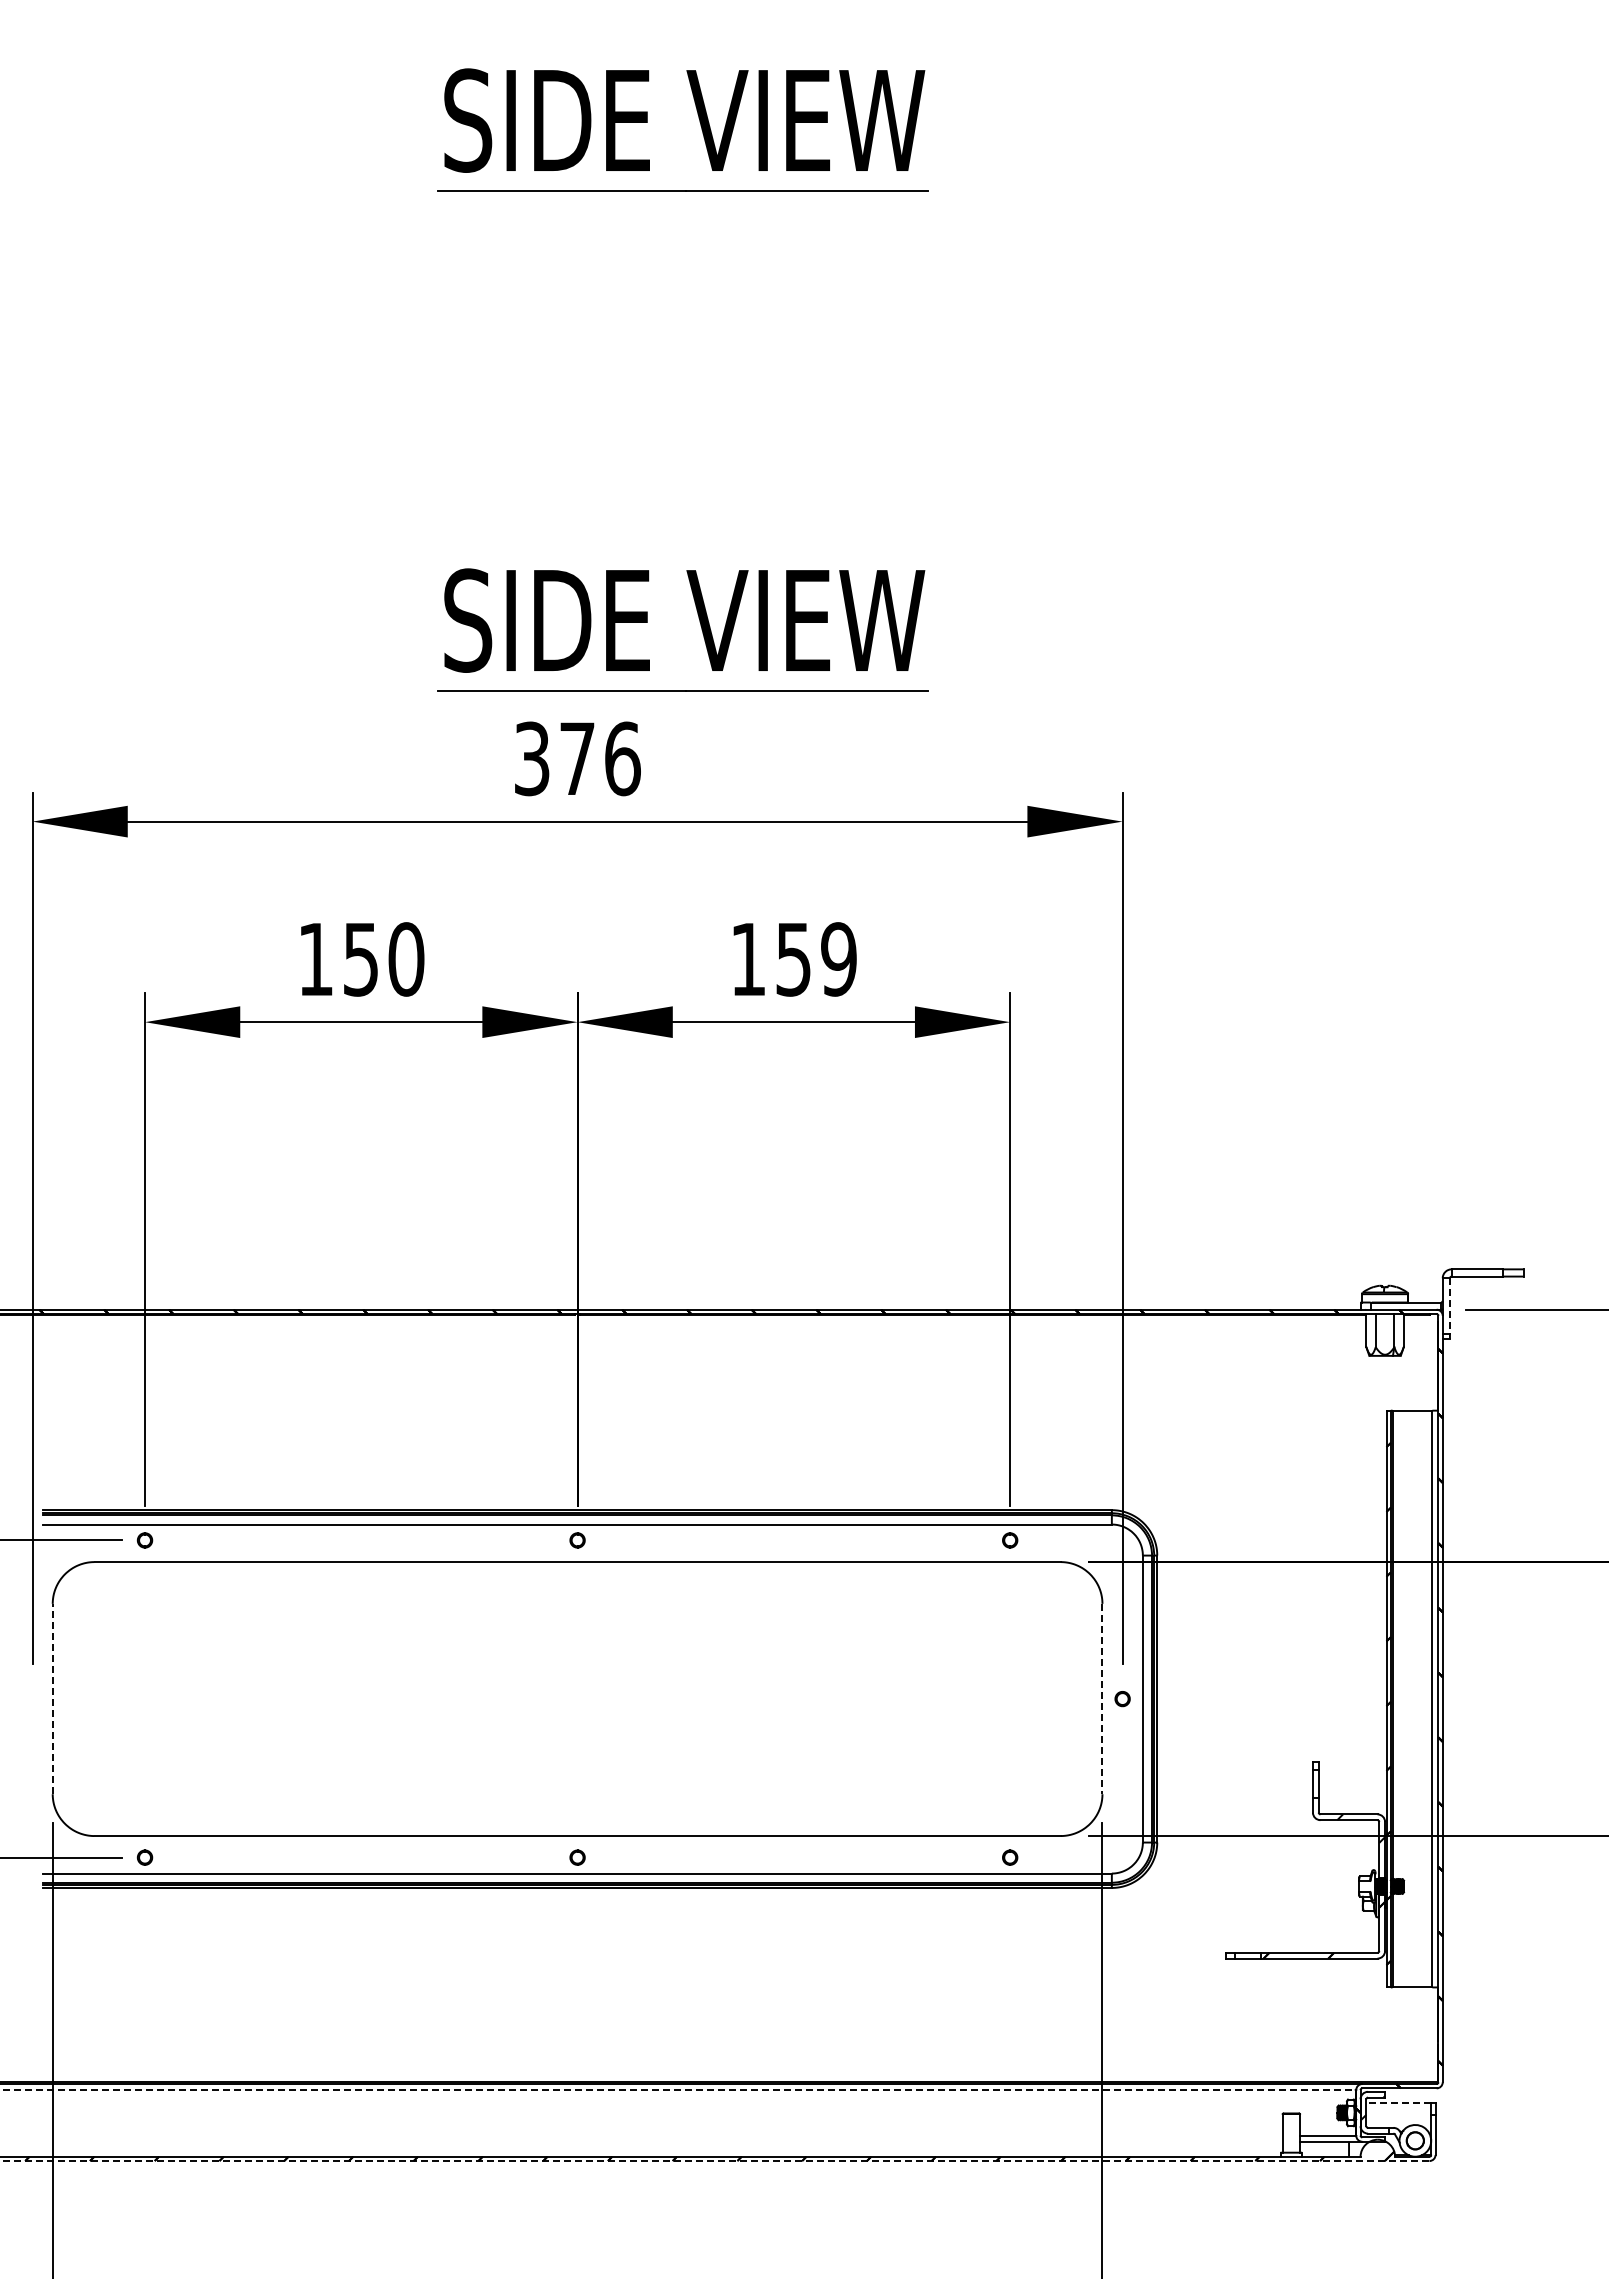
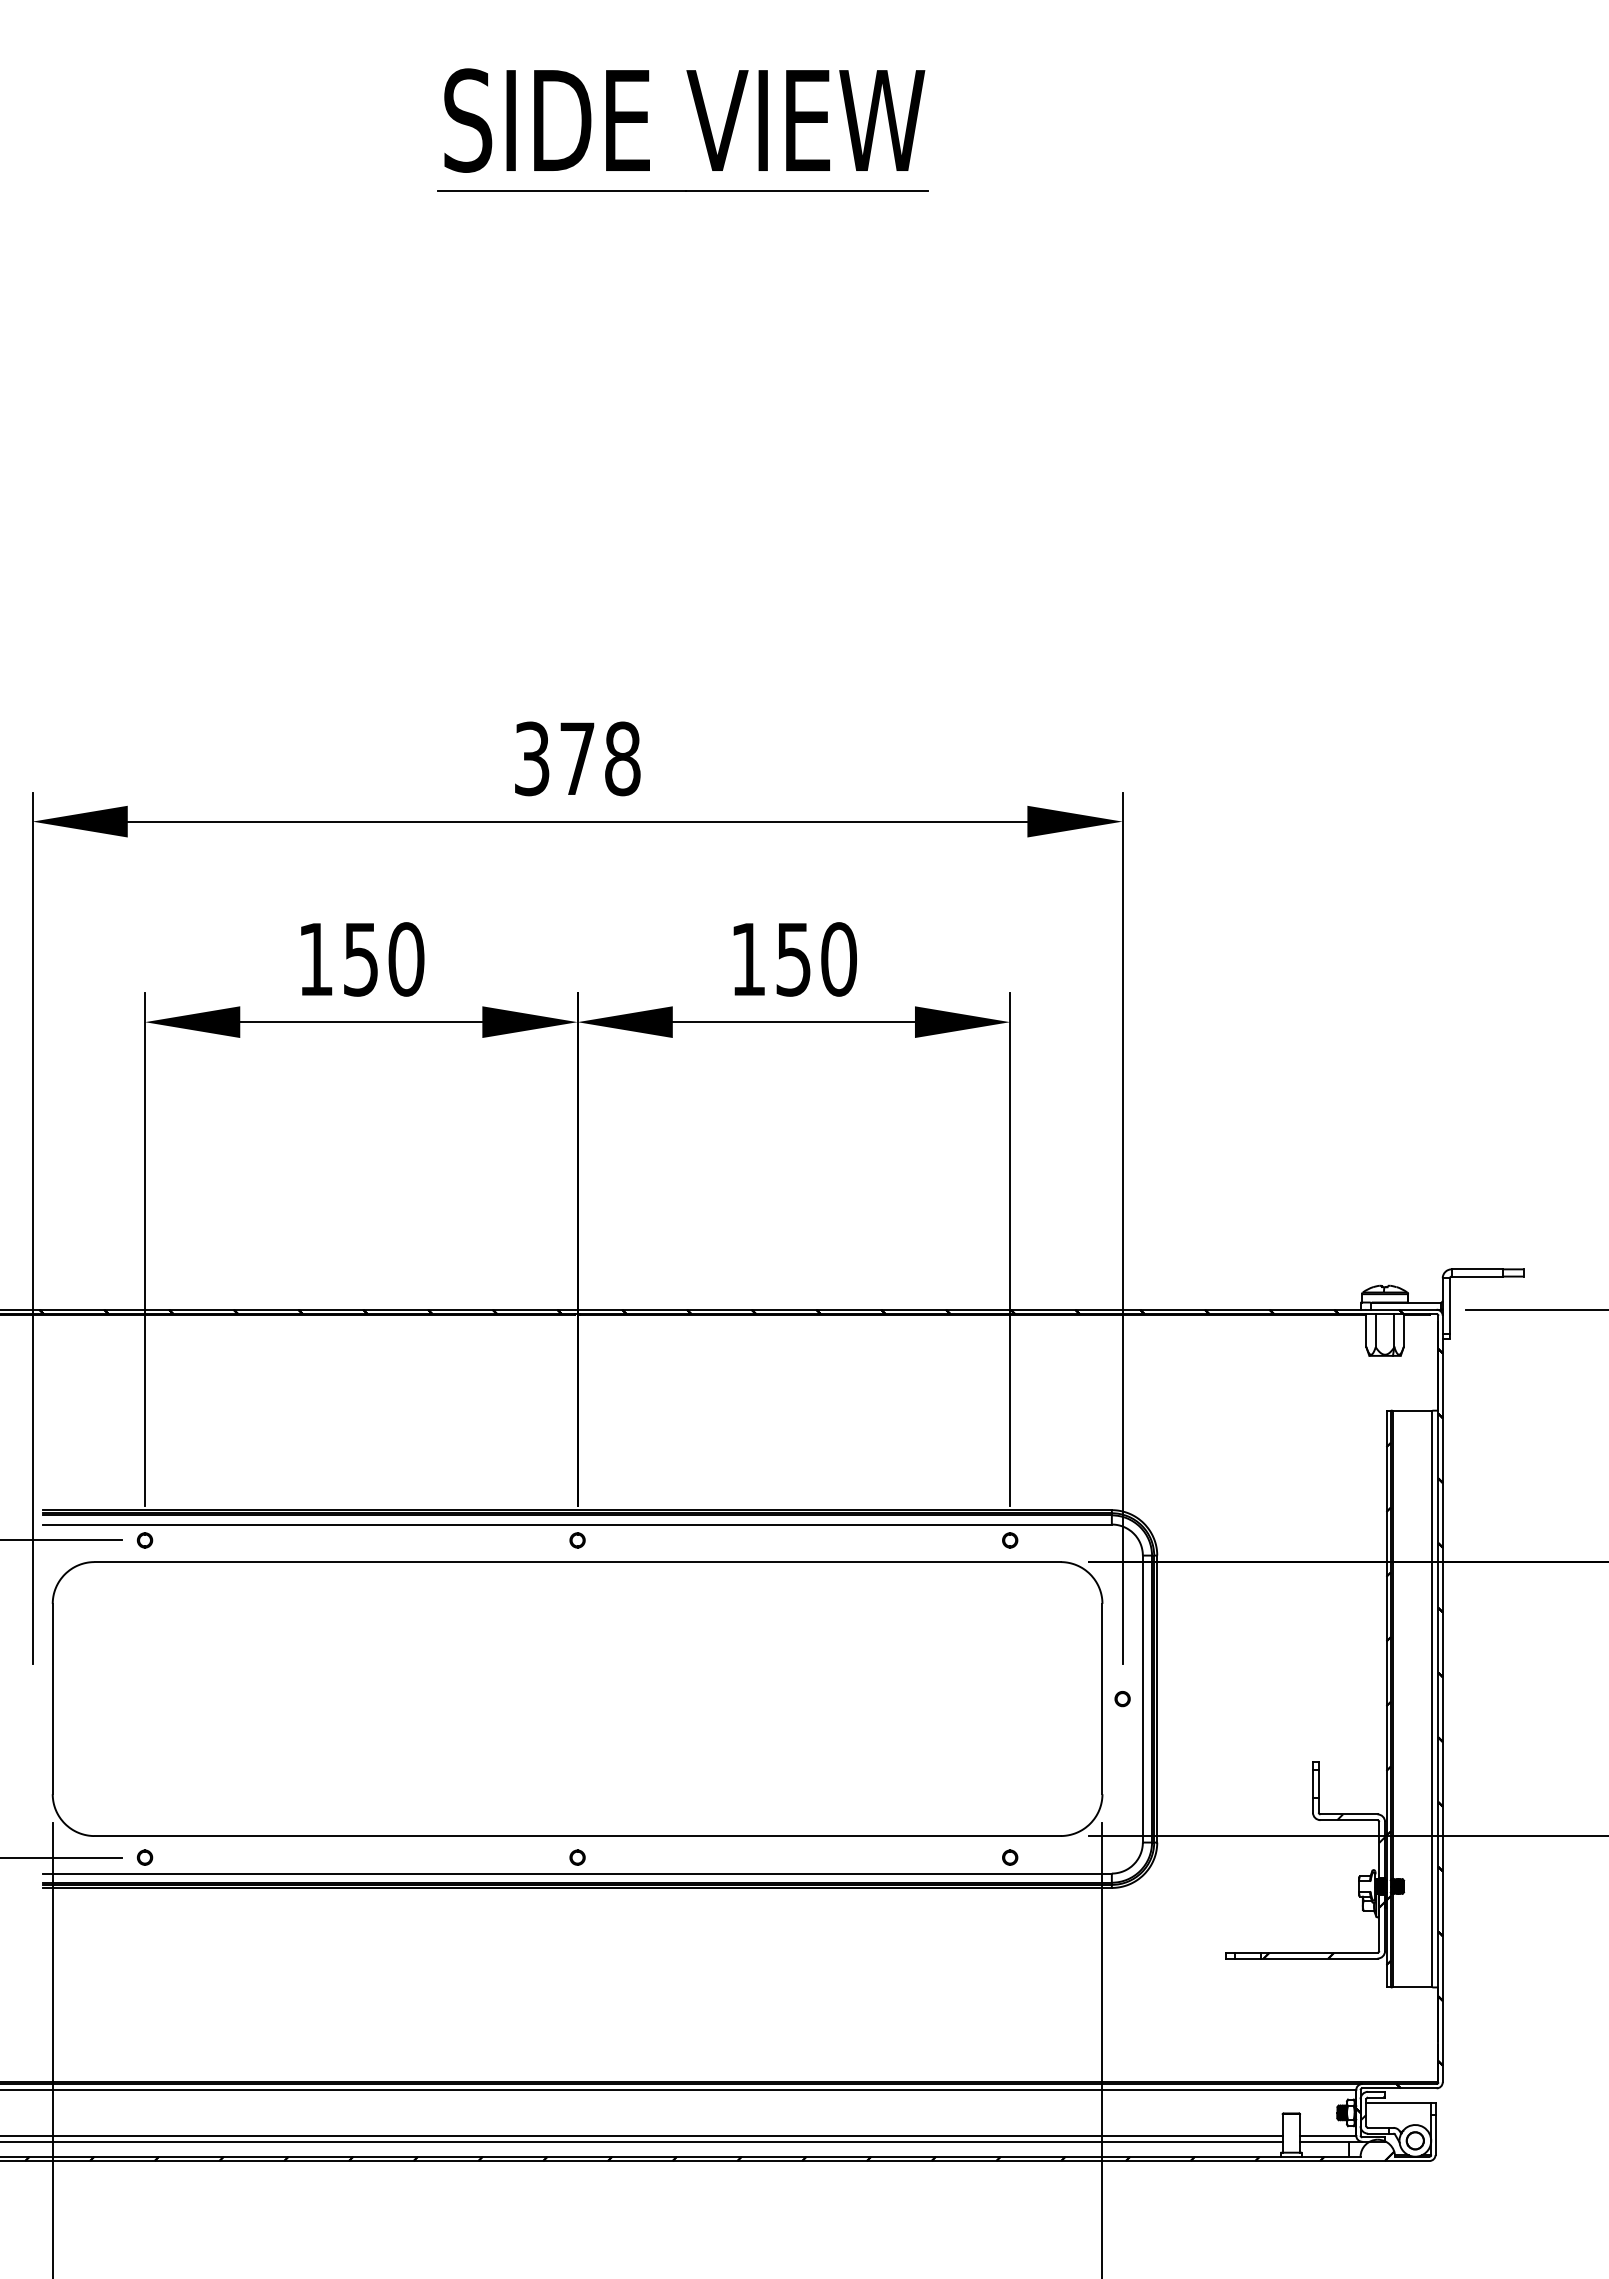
part at (700, 626): present -> none
text at (622, 758): 376 -> 378
text at (838, 959): 159 -> 150
line at (1449, 1306): dashed -> solid
line at (52, 1698): dashed -> solid
line at (1102, 1699): dashed -> solid
line at (677, 2090): dashed -> solid
line at (1398, 2103): dashed -> solid
line at (642, 2135): none -> present
line at (642, 2141): none -> present
line at (714, 2161): dashed -> solid
